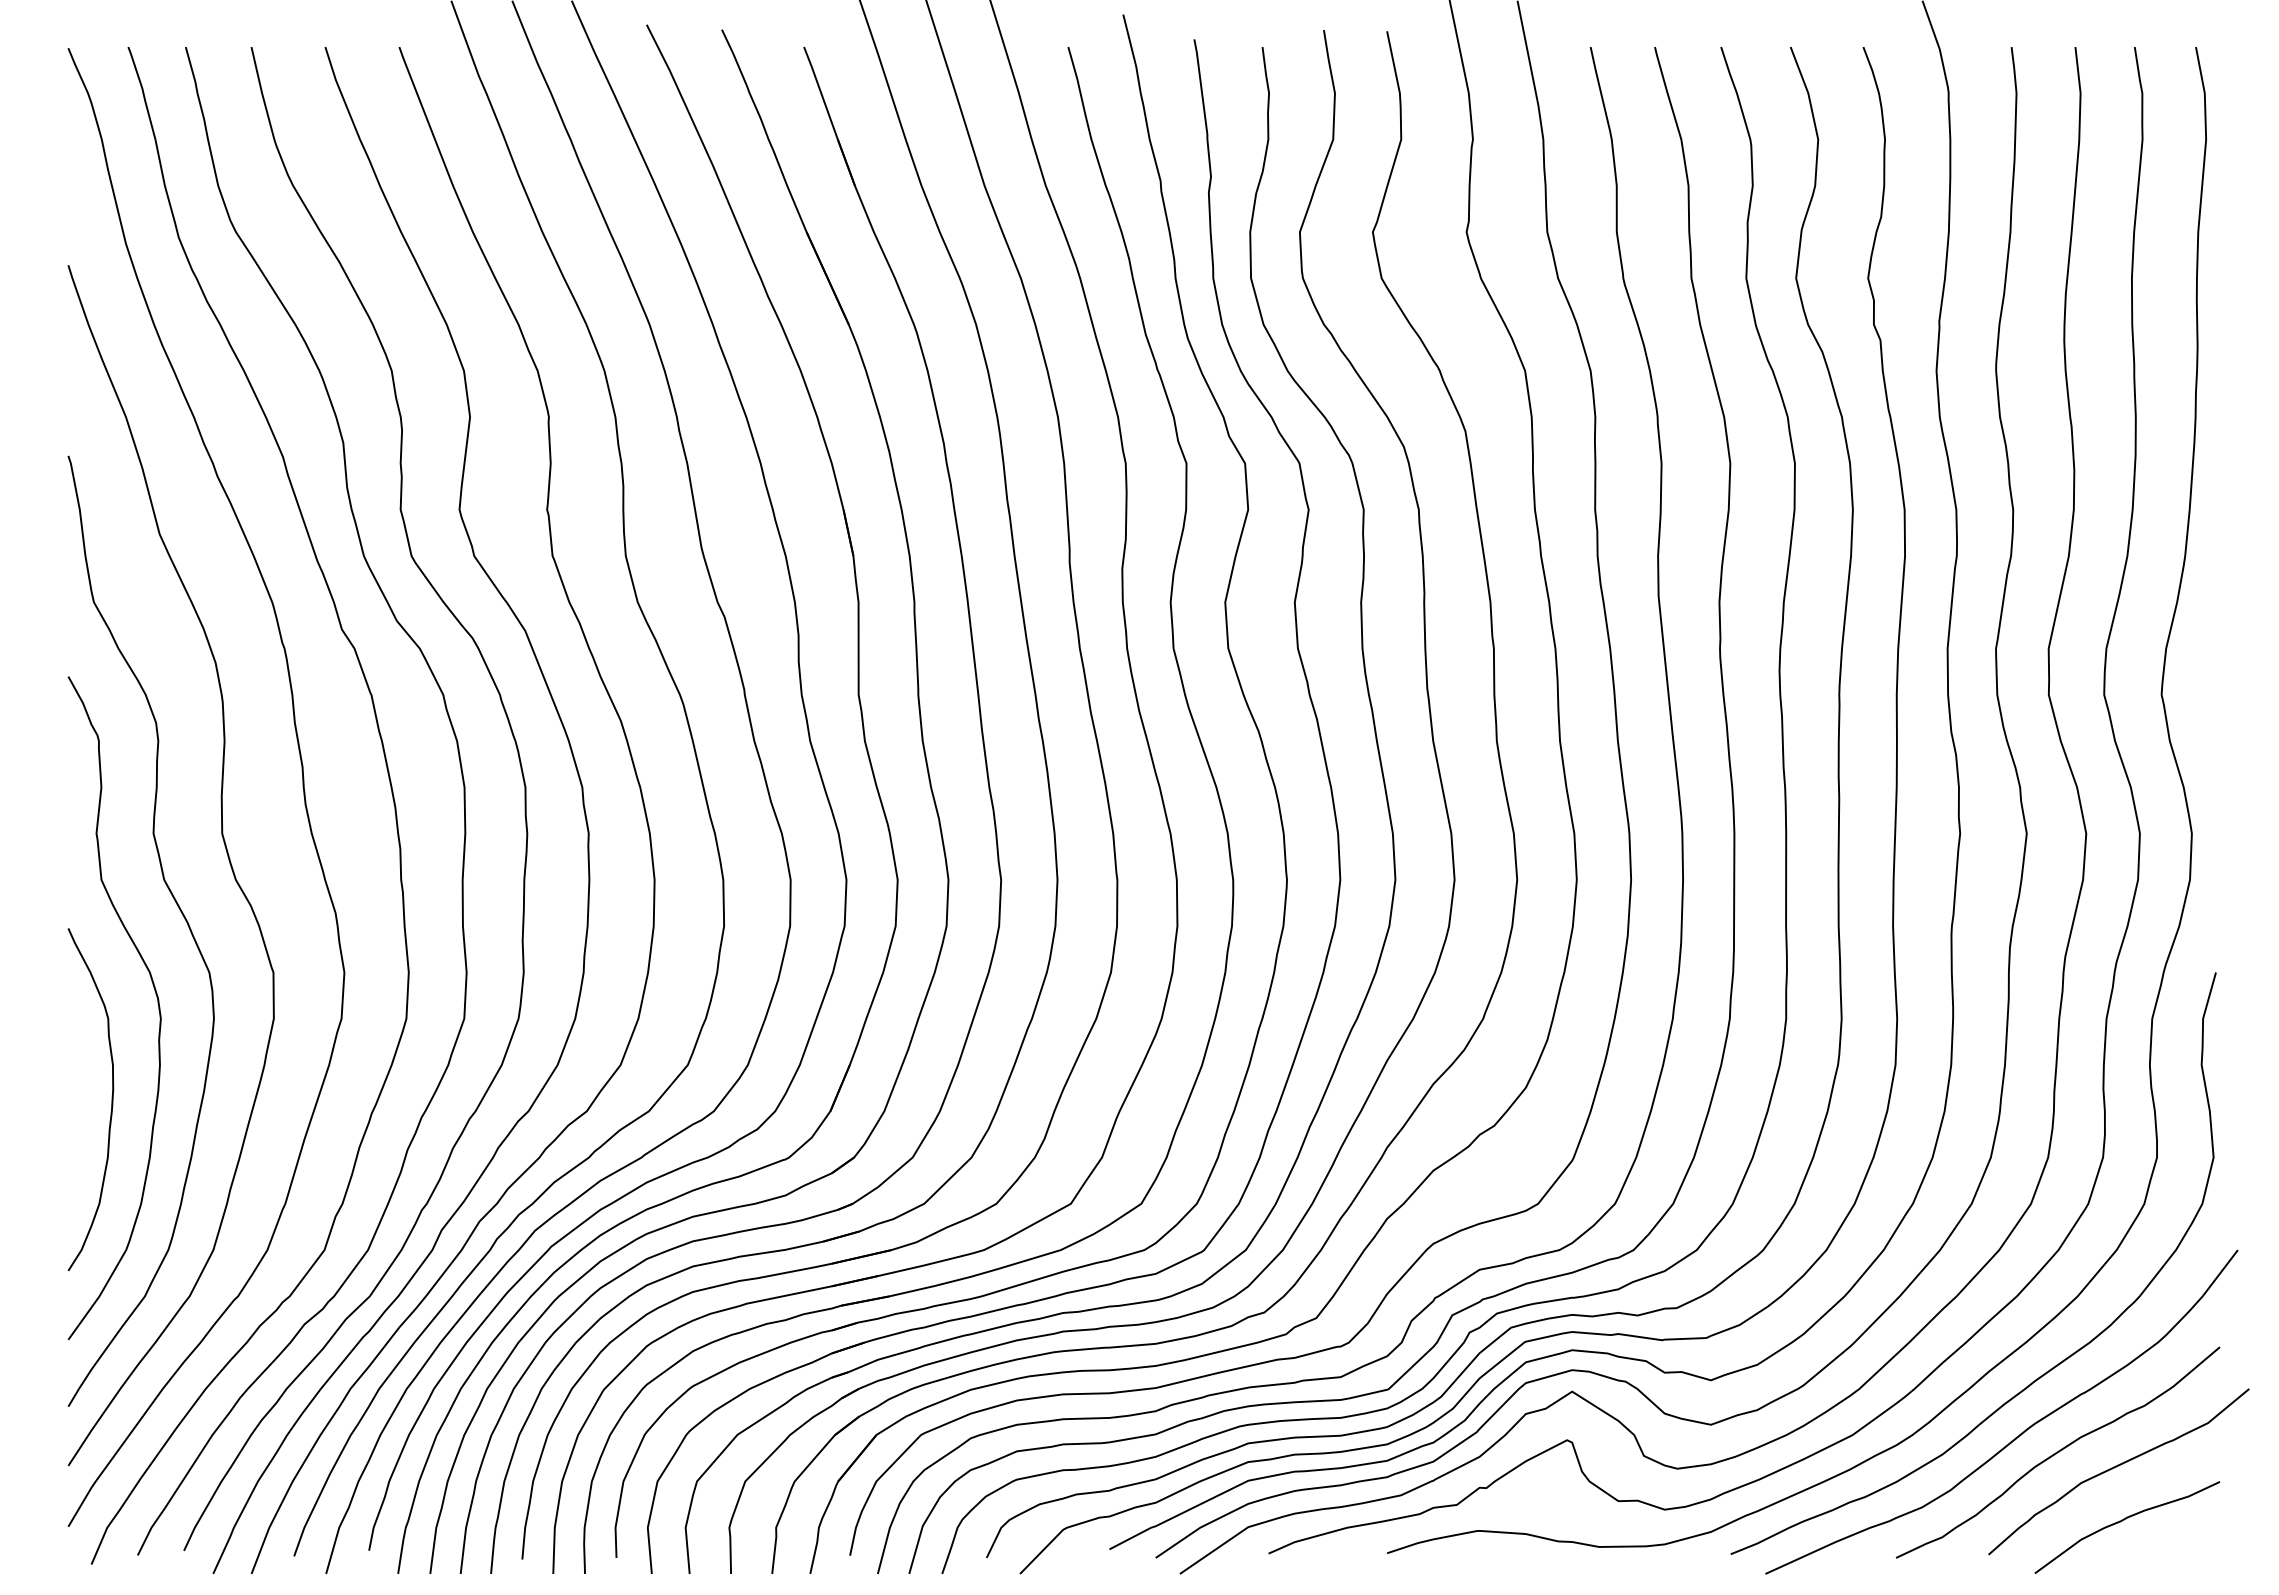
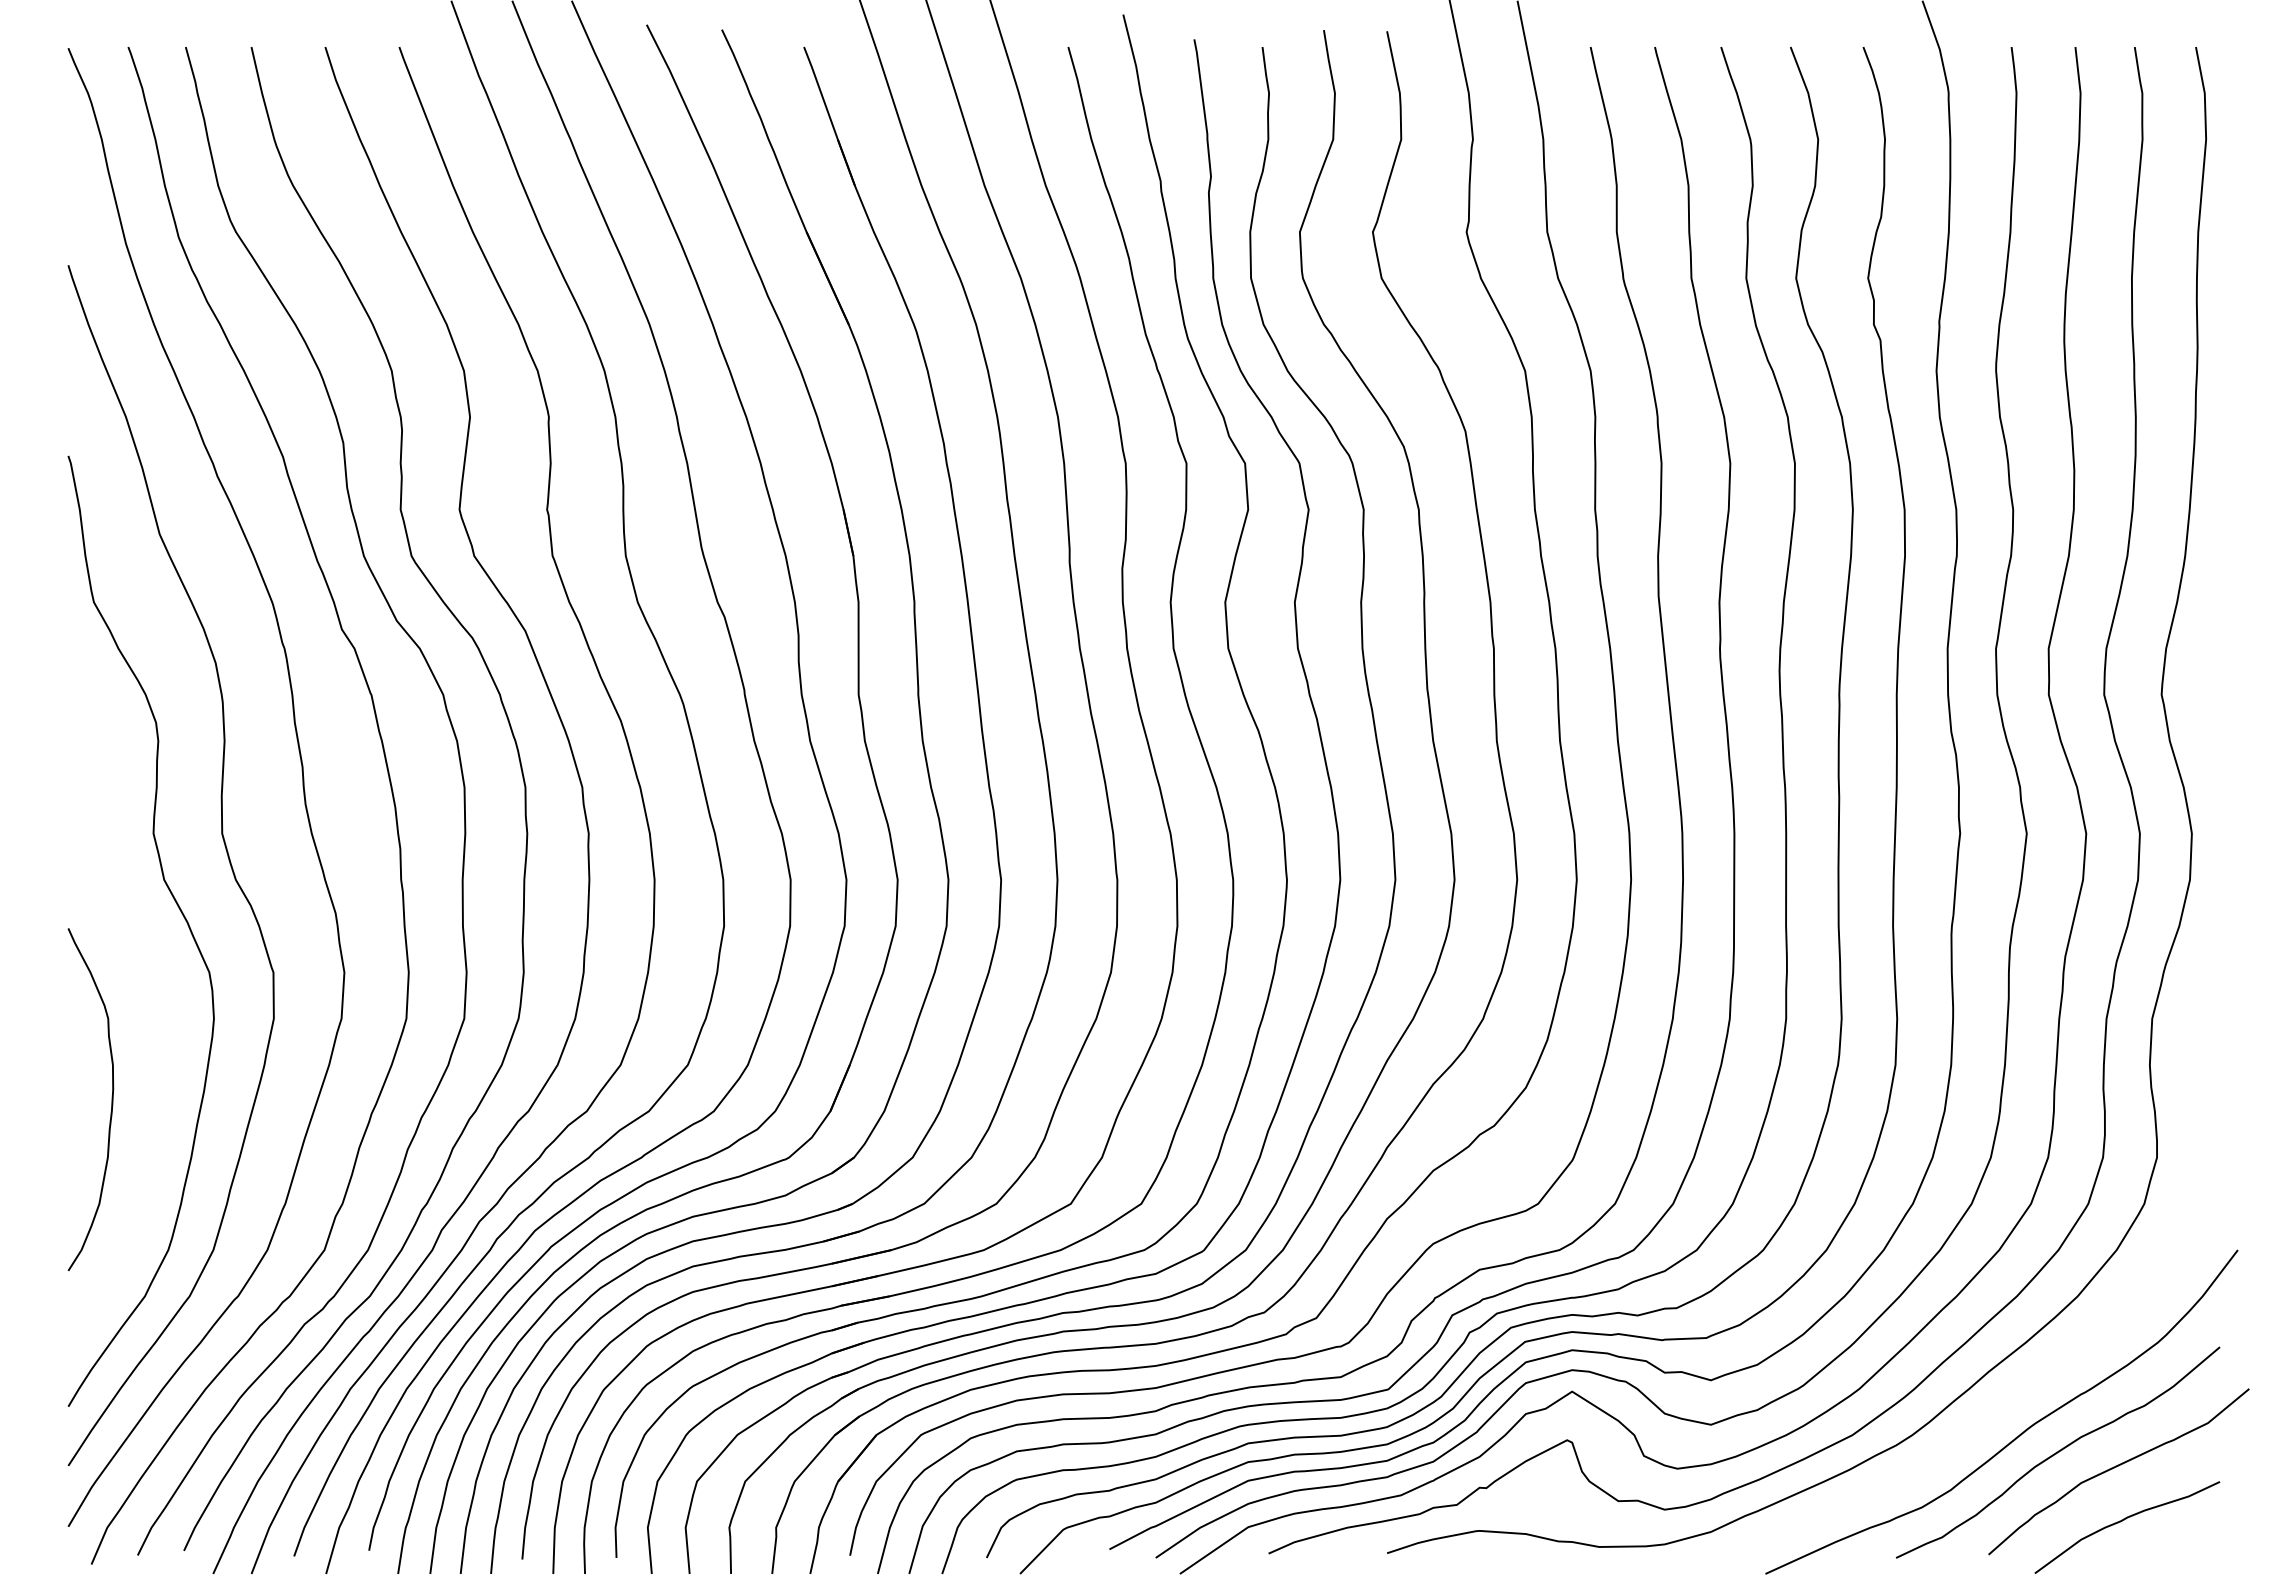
curve at (155, 994): present -> none
curve at (2046, 1371): present -> none
